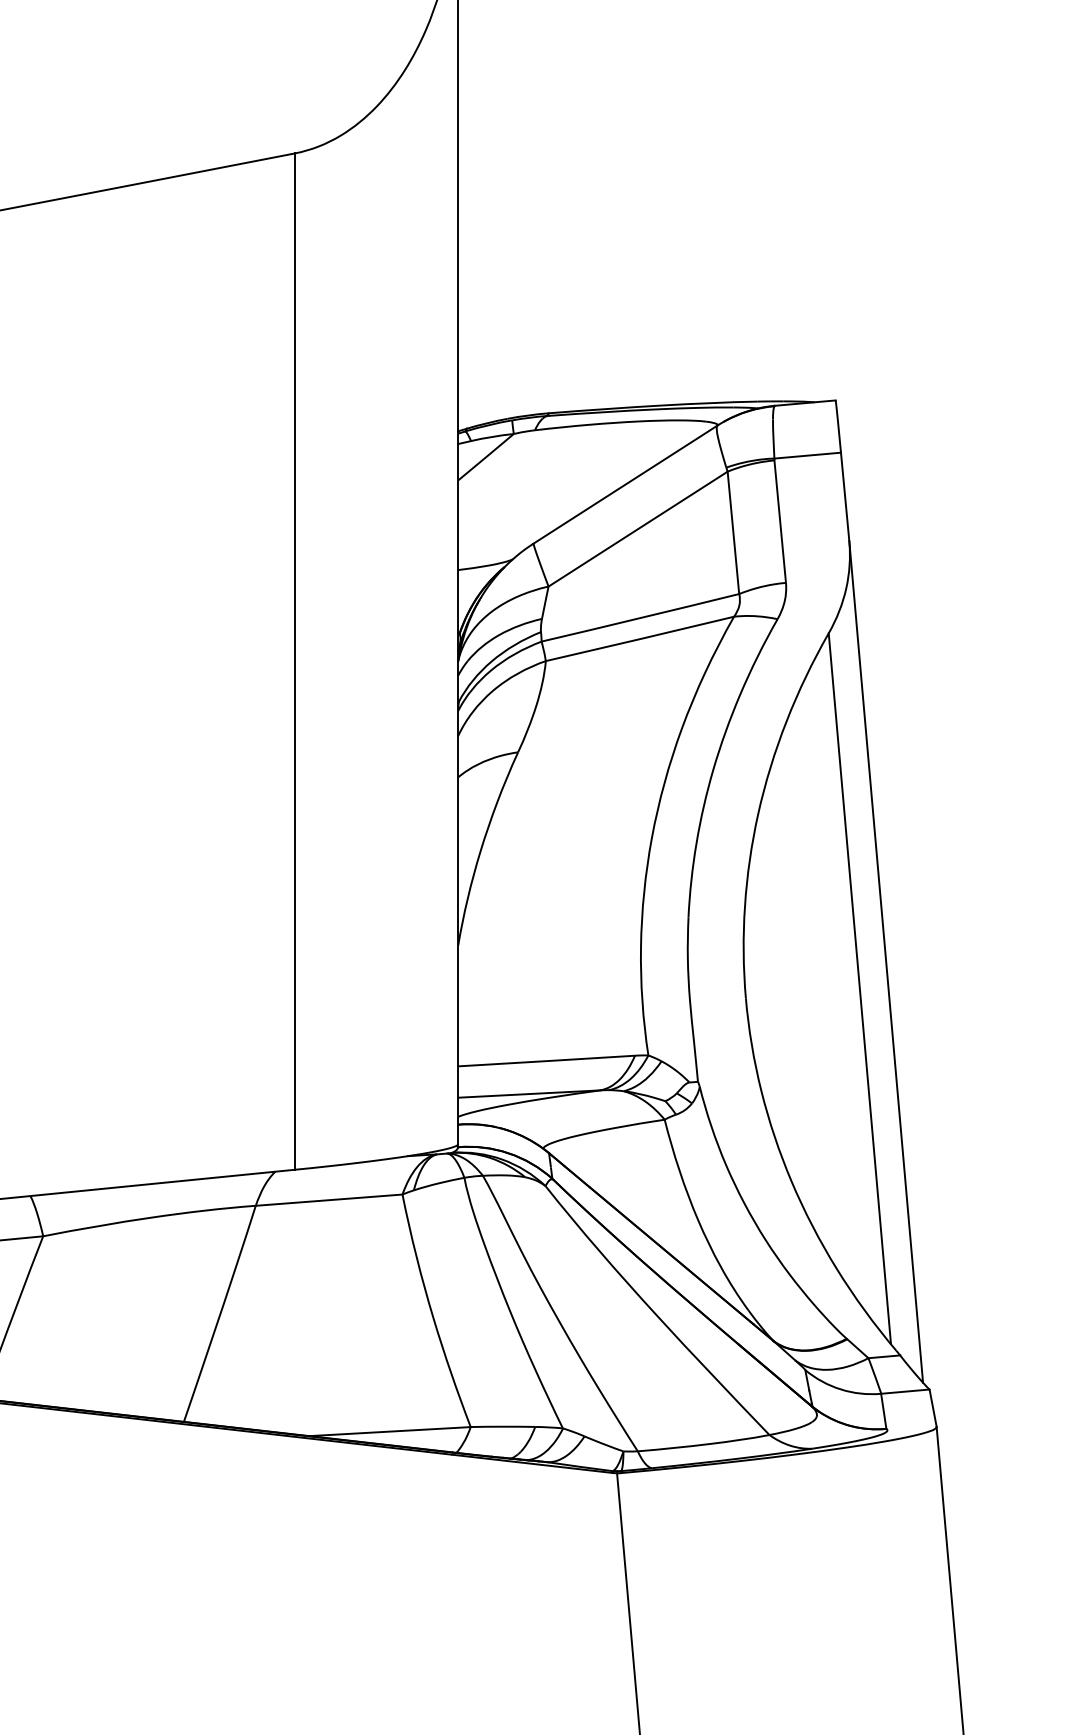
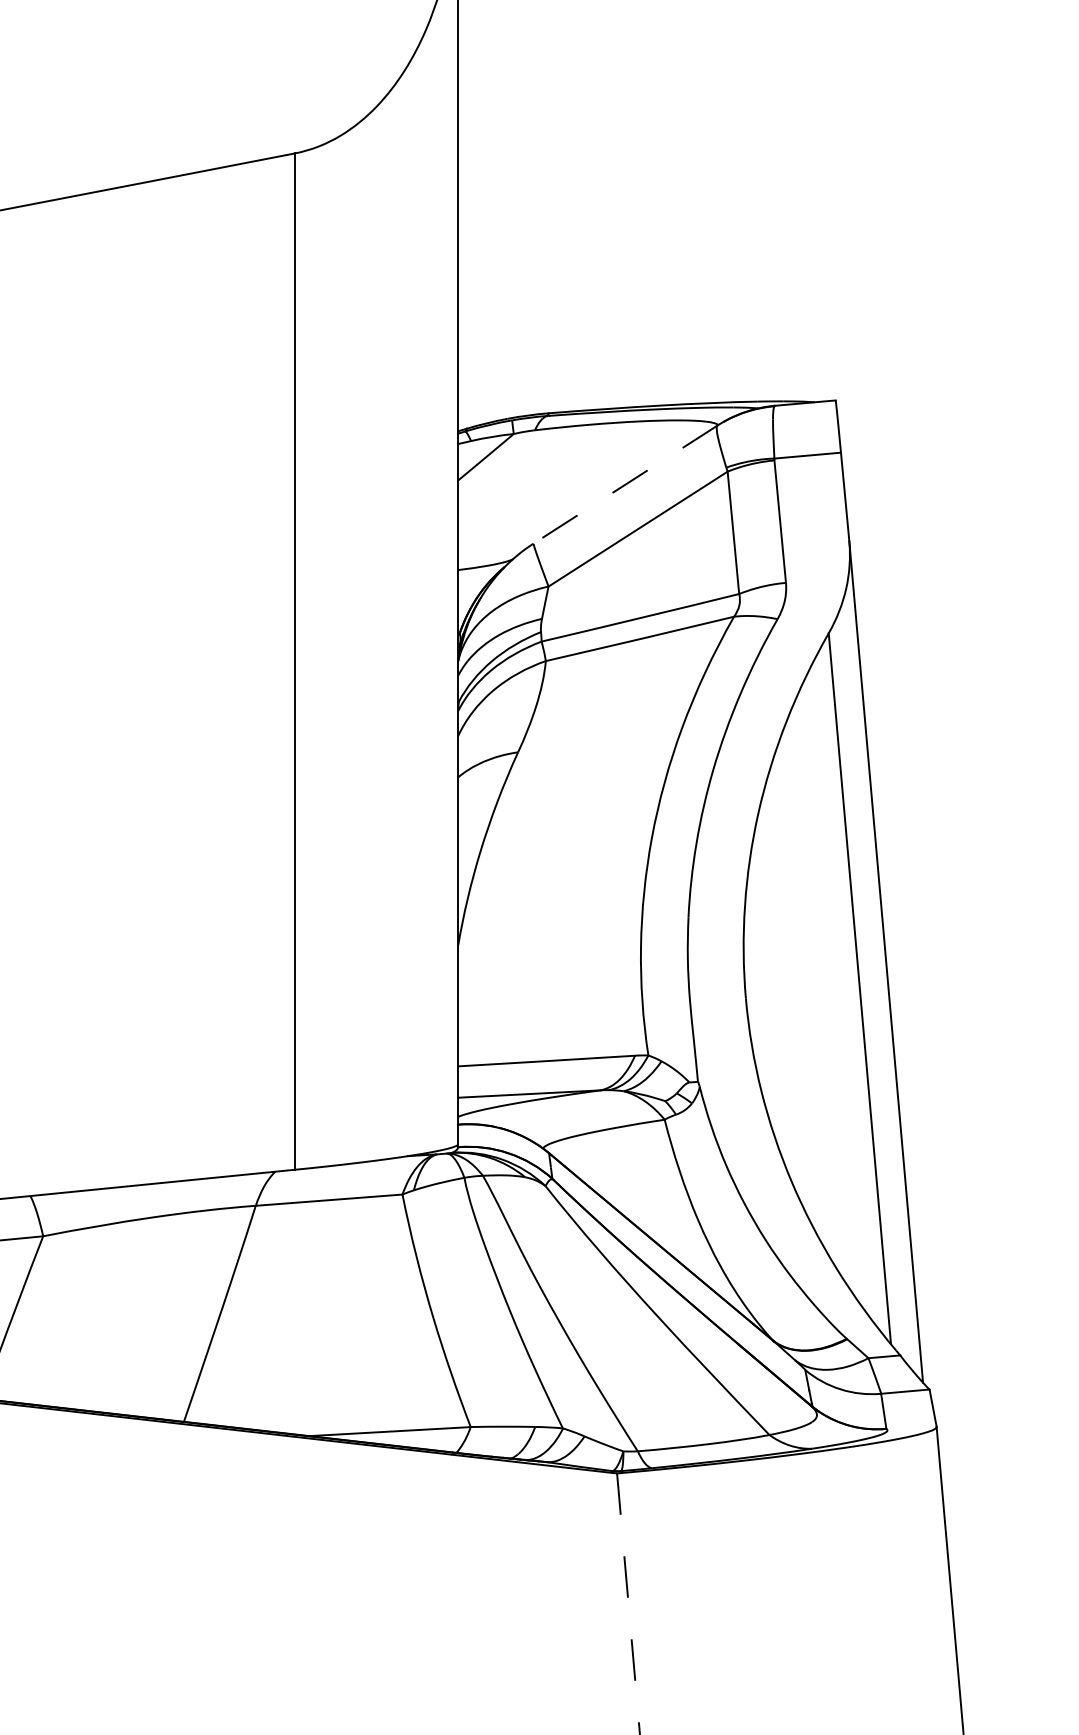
line at (625, 484): solid -> dashed
line at (628, 1603): solid -> dashed
